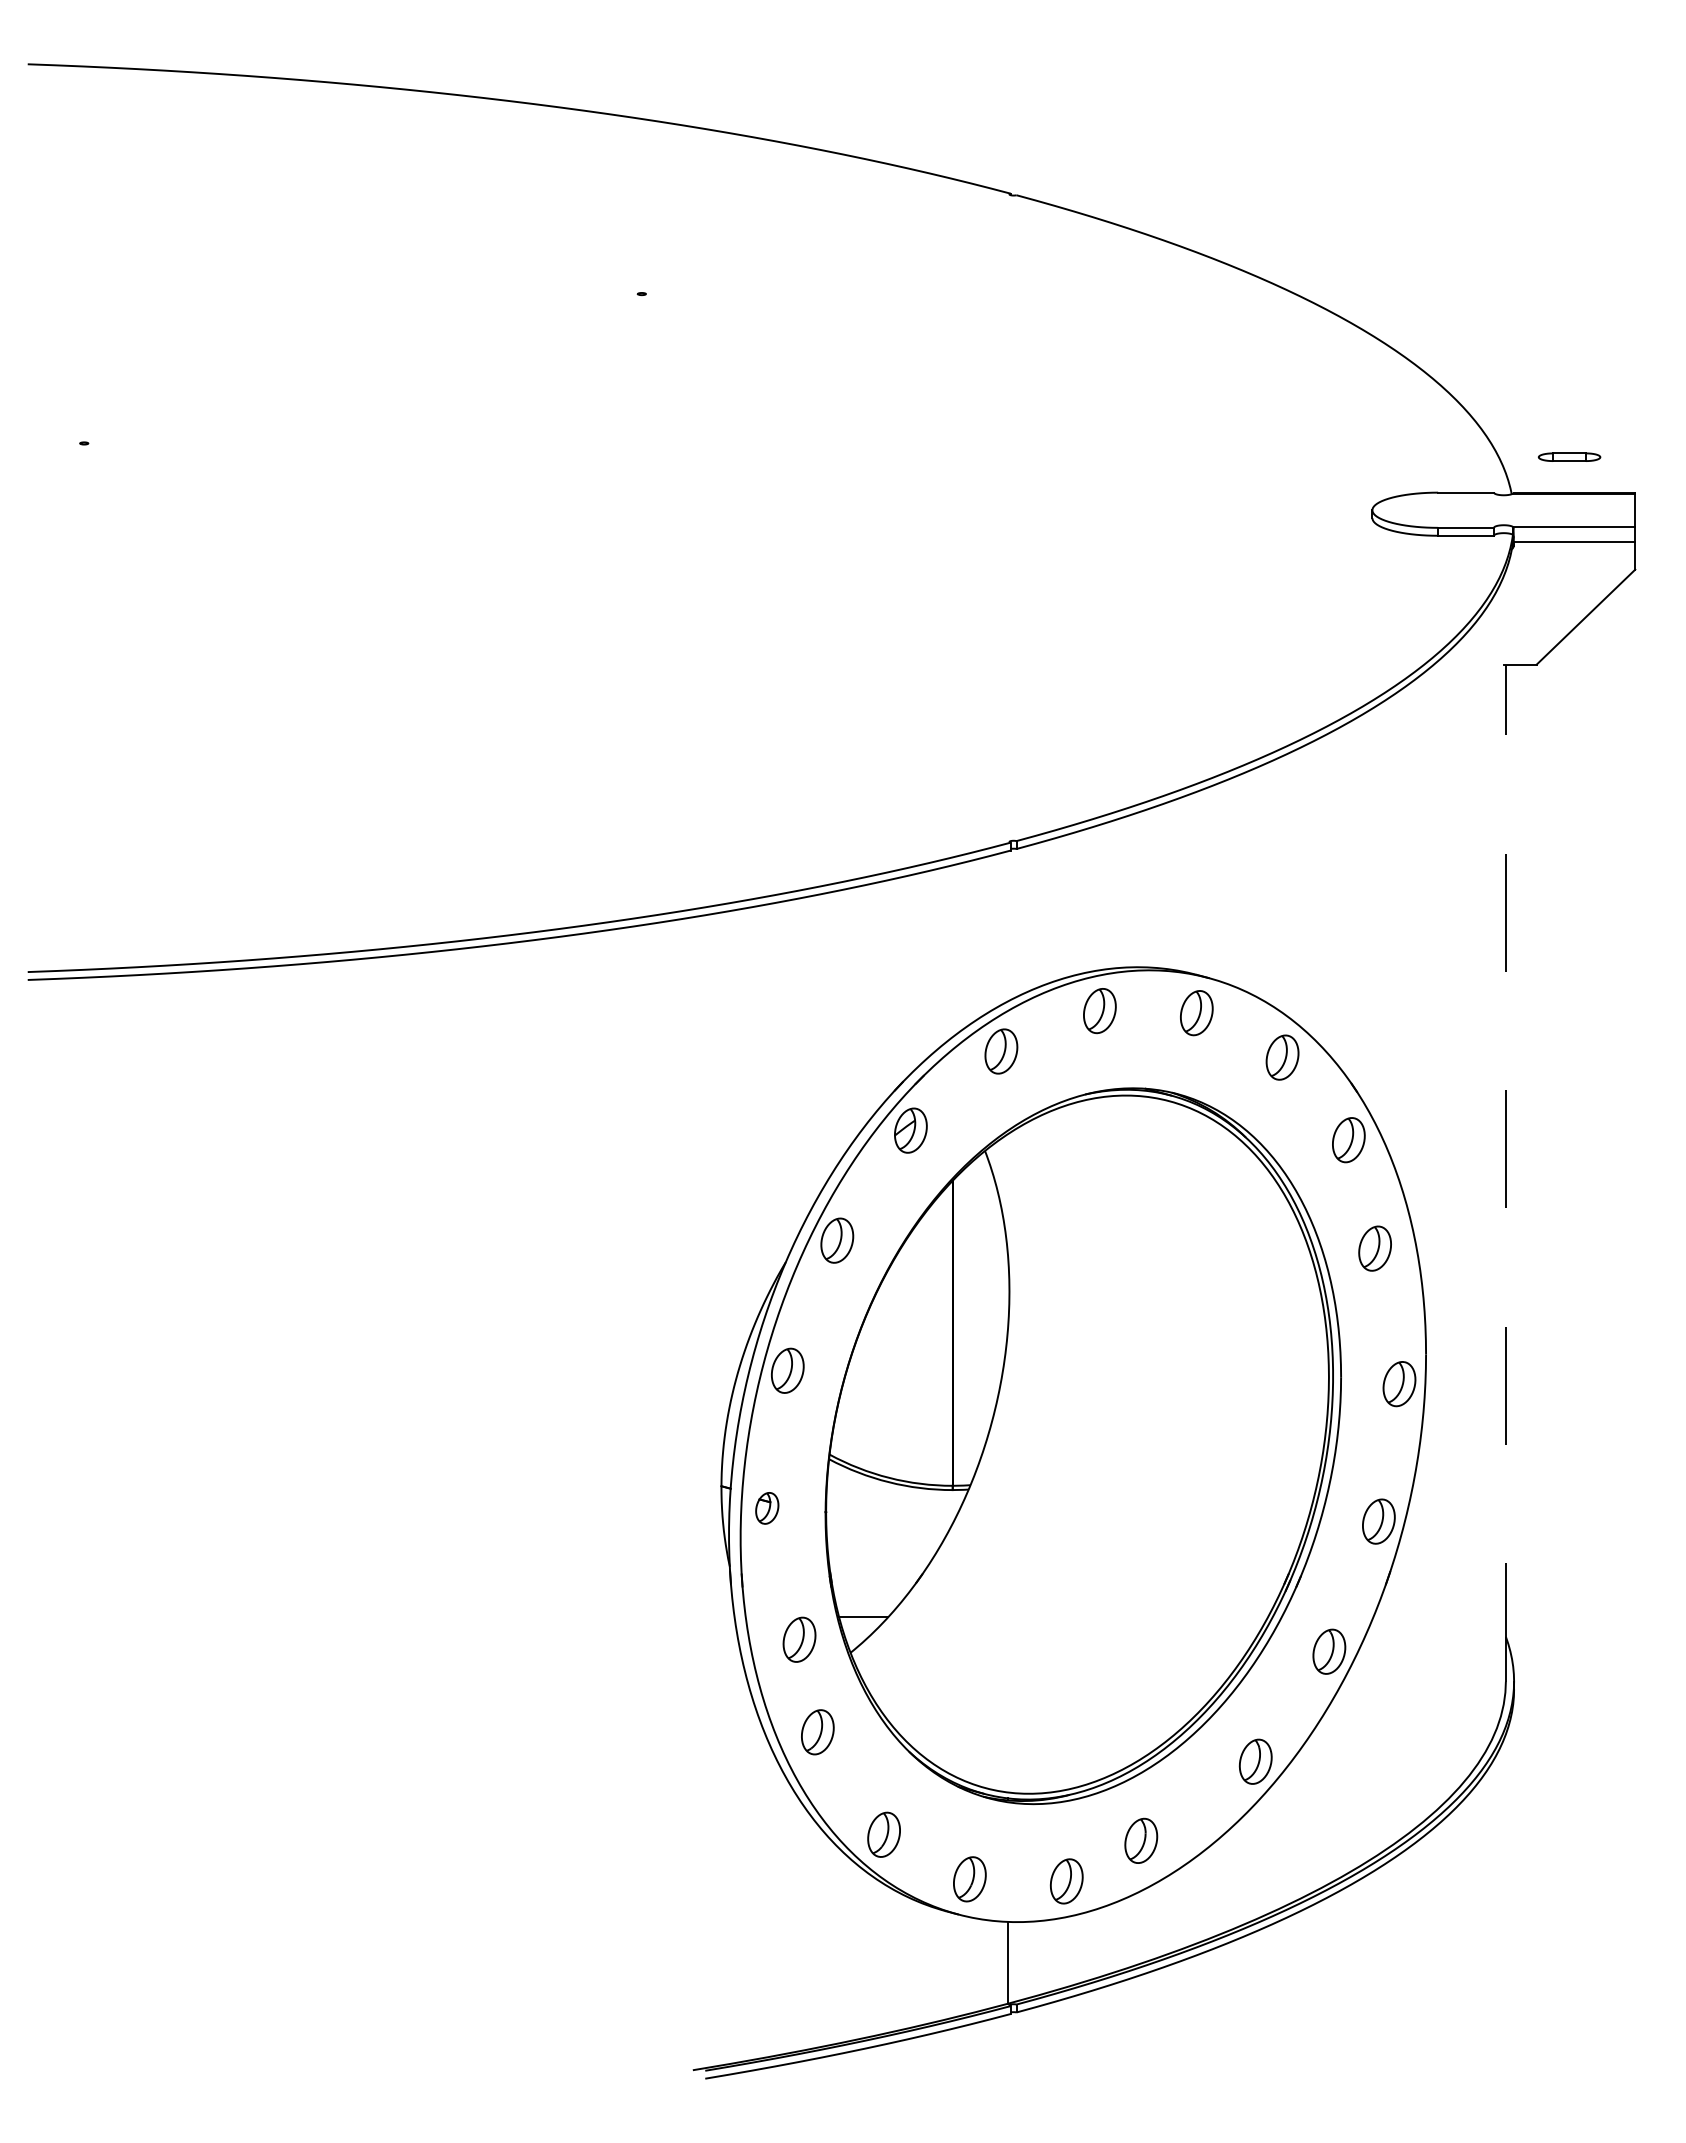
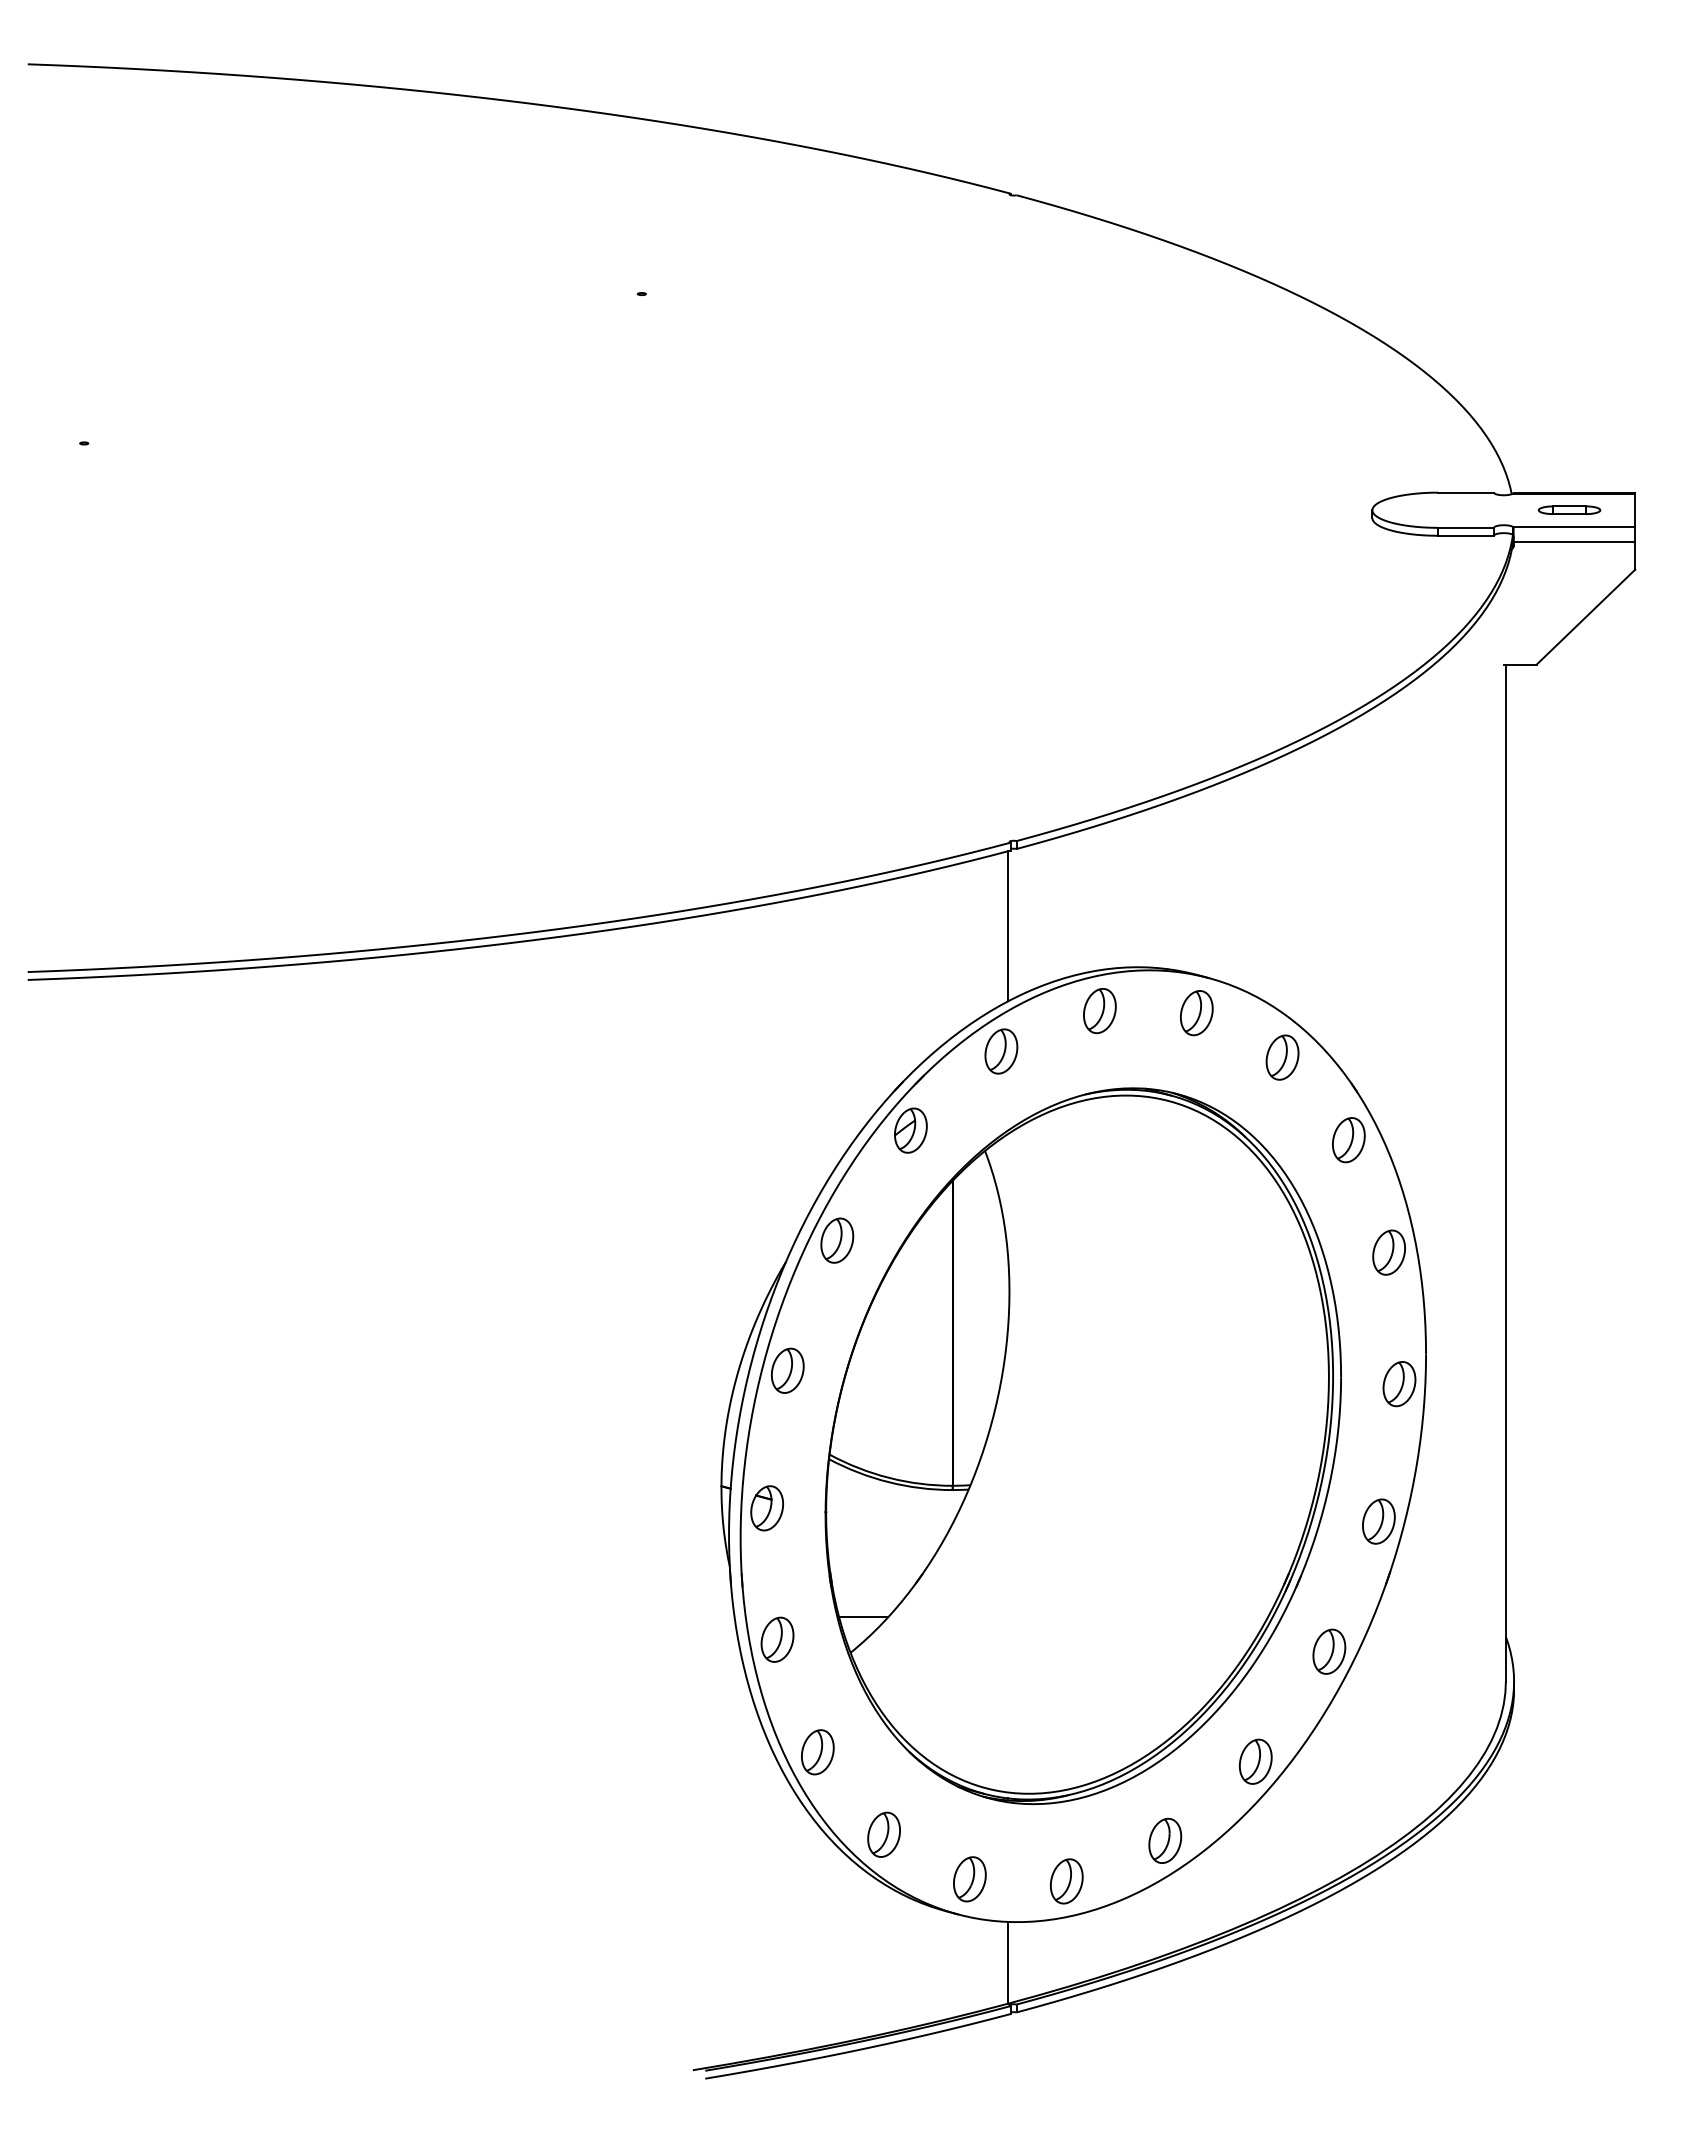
part at (1569, 456) position: (1569, 456) -> (1569, 509)
line at (1007, 926): none -> present
line at (1505, 1173): dashed -> solid
part at (1374, 1248) position: (1374, 1248) -> (1388, 1252)
part at (767, 1508) size: 25x33 px -> 35x47 px
part at (799, 1639) position: (799, 1639) -> (777, 1639)
part at (817, 1732) position: (817, 1732) -> (817, 1752)
part at (1141, 1840) position: (1141, 1840) -> (1165, 1840)
